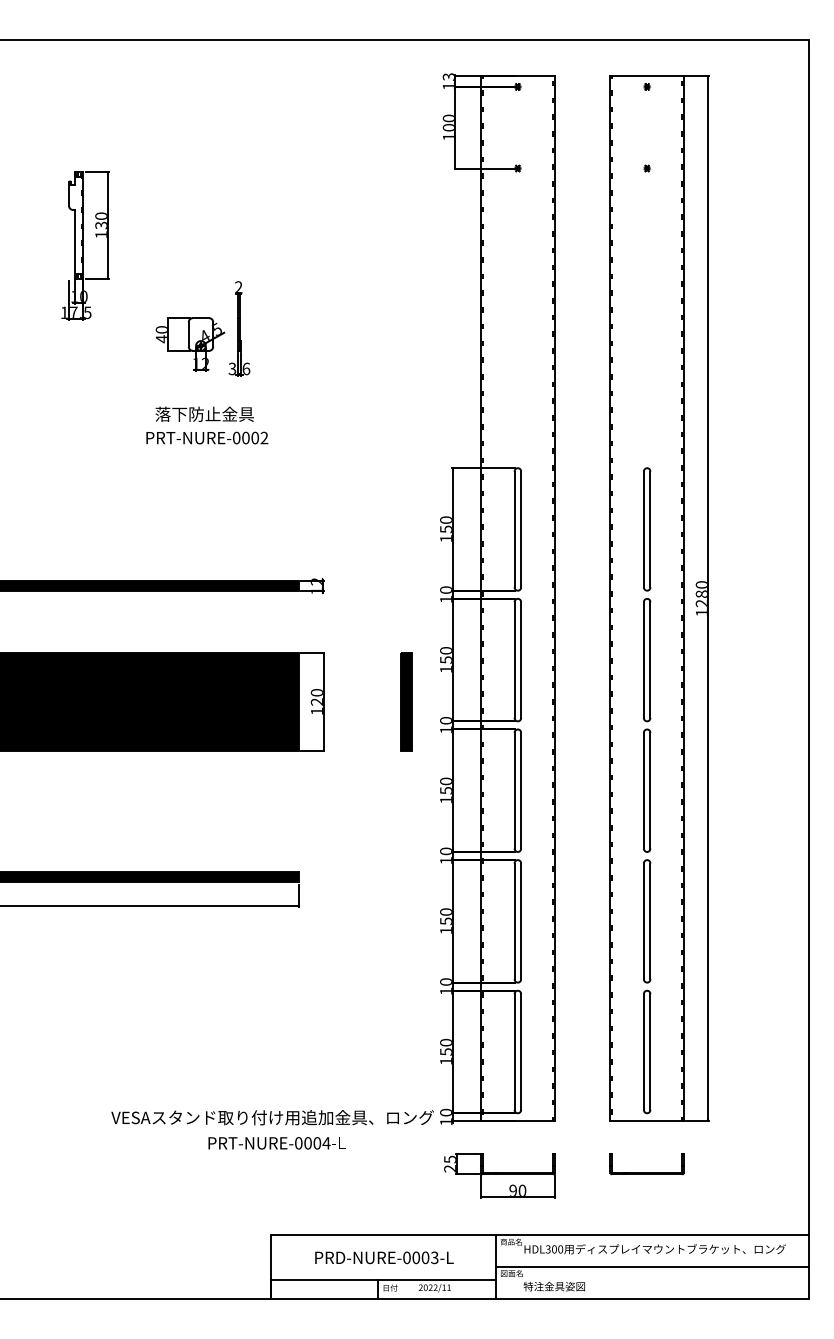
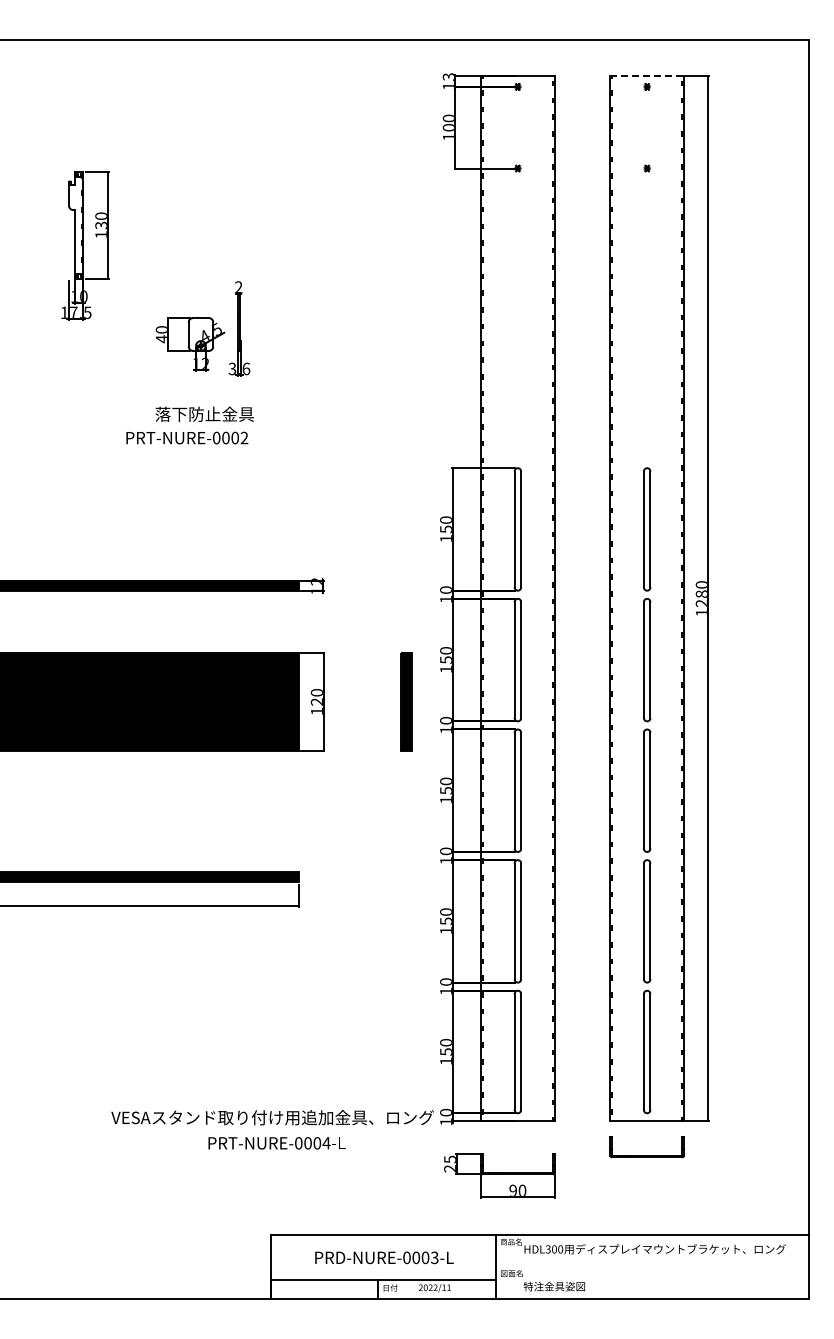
line at (647, 76): solid -> dashed
text at (207, 437) position: (207, 437) -> (187, 437)
part at (646, 1172) position: (646, 1172) -> (646, 1155)
line at (651, 1266): present -> none
